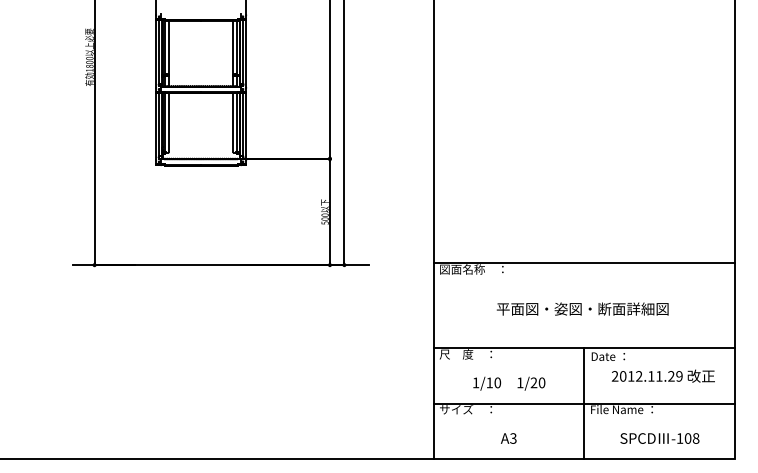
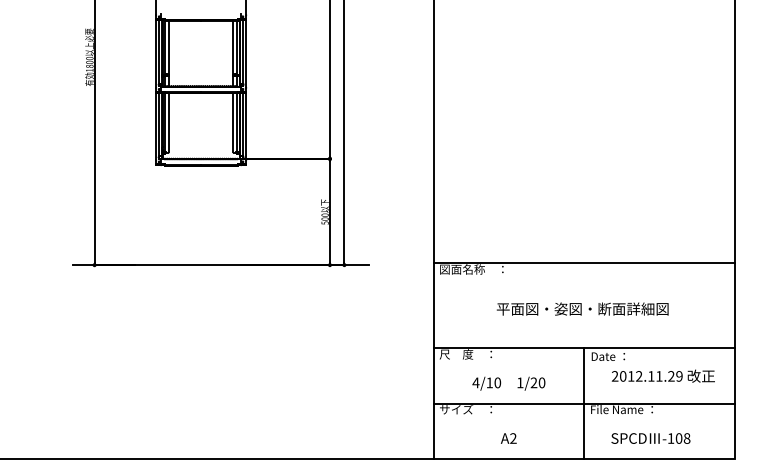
text at (475, 382): 1/10 -> 4/10
text at (513, 438): A3 -> A2
text at (659, 438) position: (659, 438) -> (650, 438)
